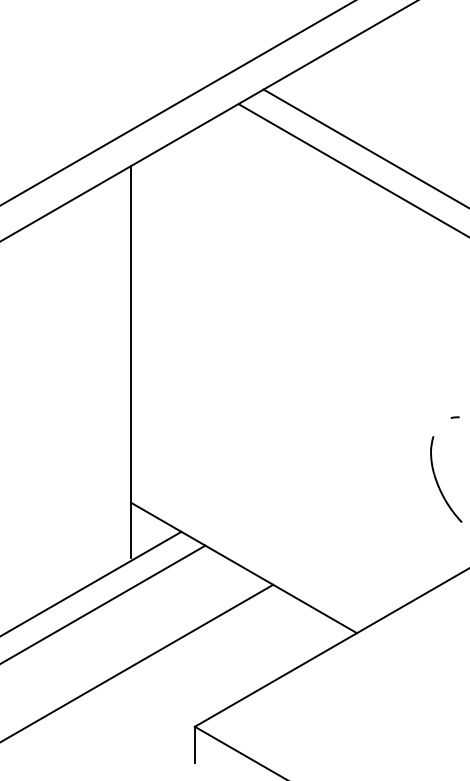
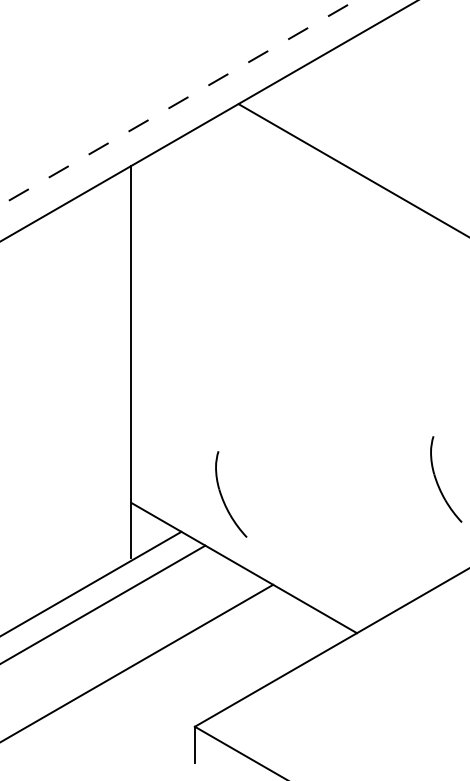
line at (178, 102): solid -> dashed
line at (364, 147): present -> none
arc at (454, 417): present -> none
part at (223, 498): none -> present
